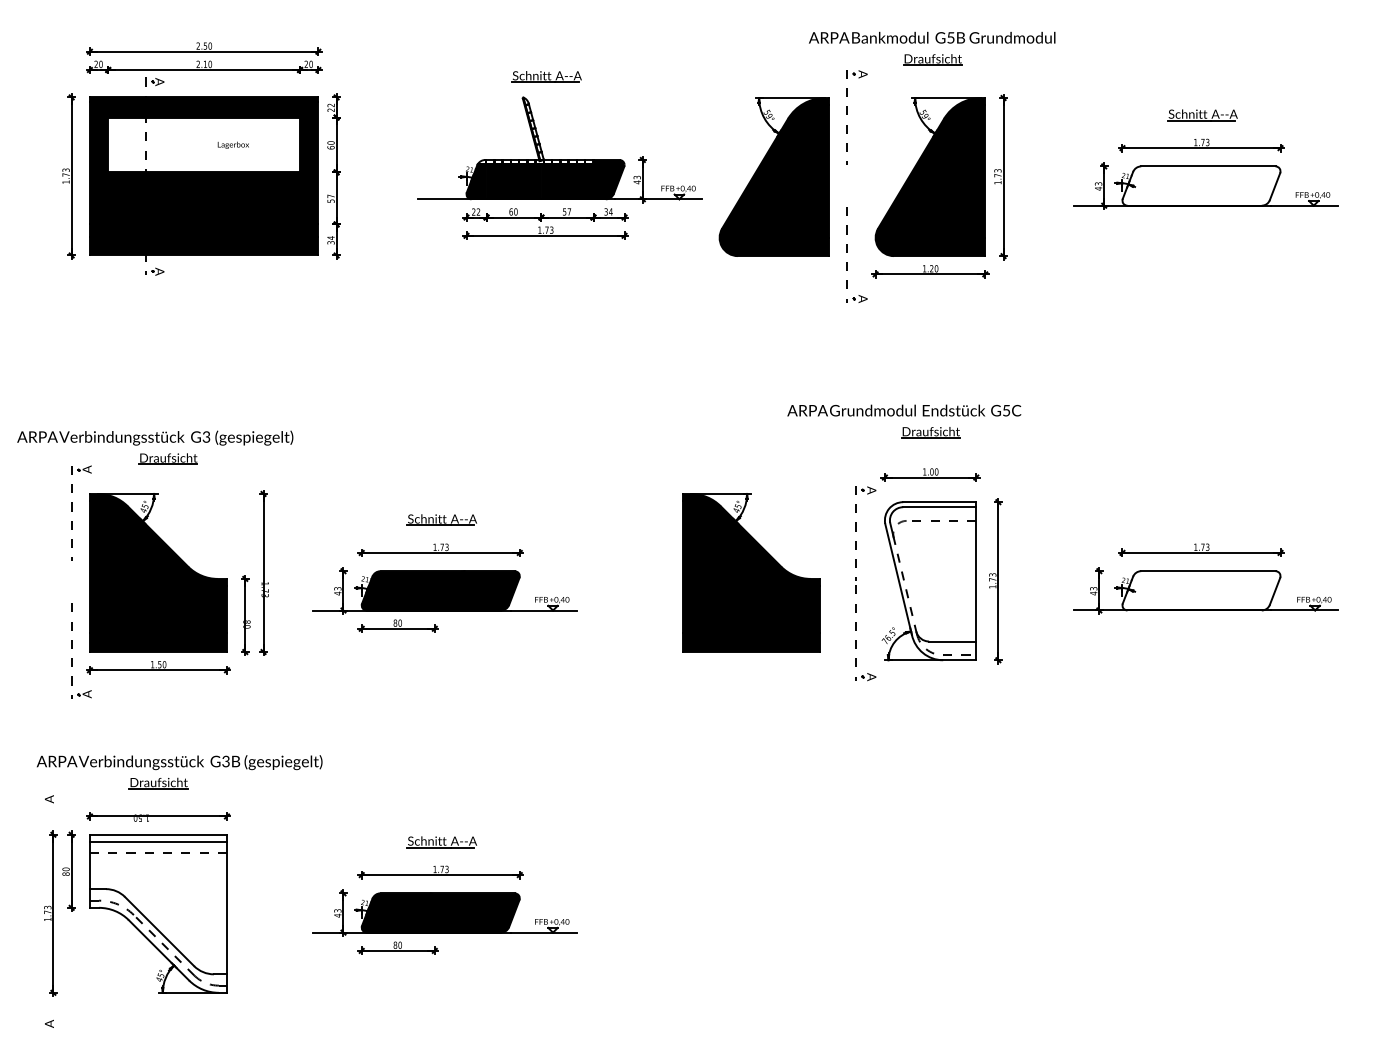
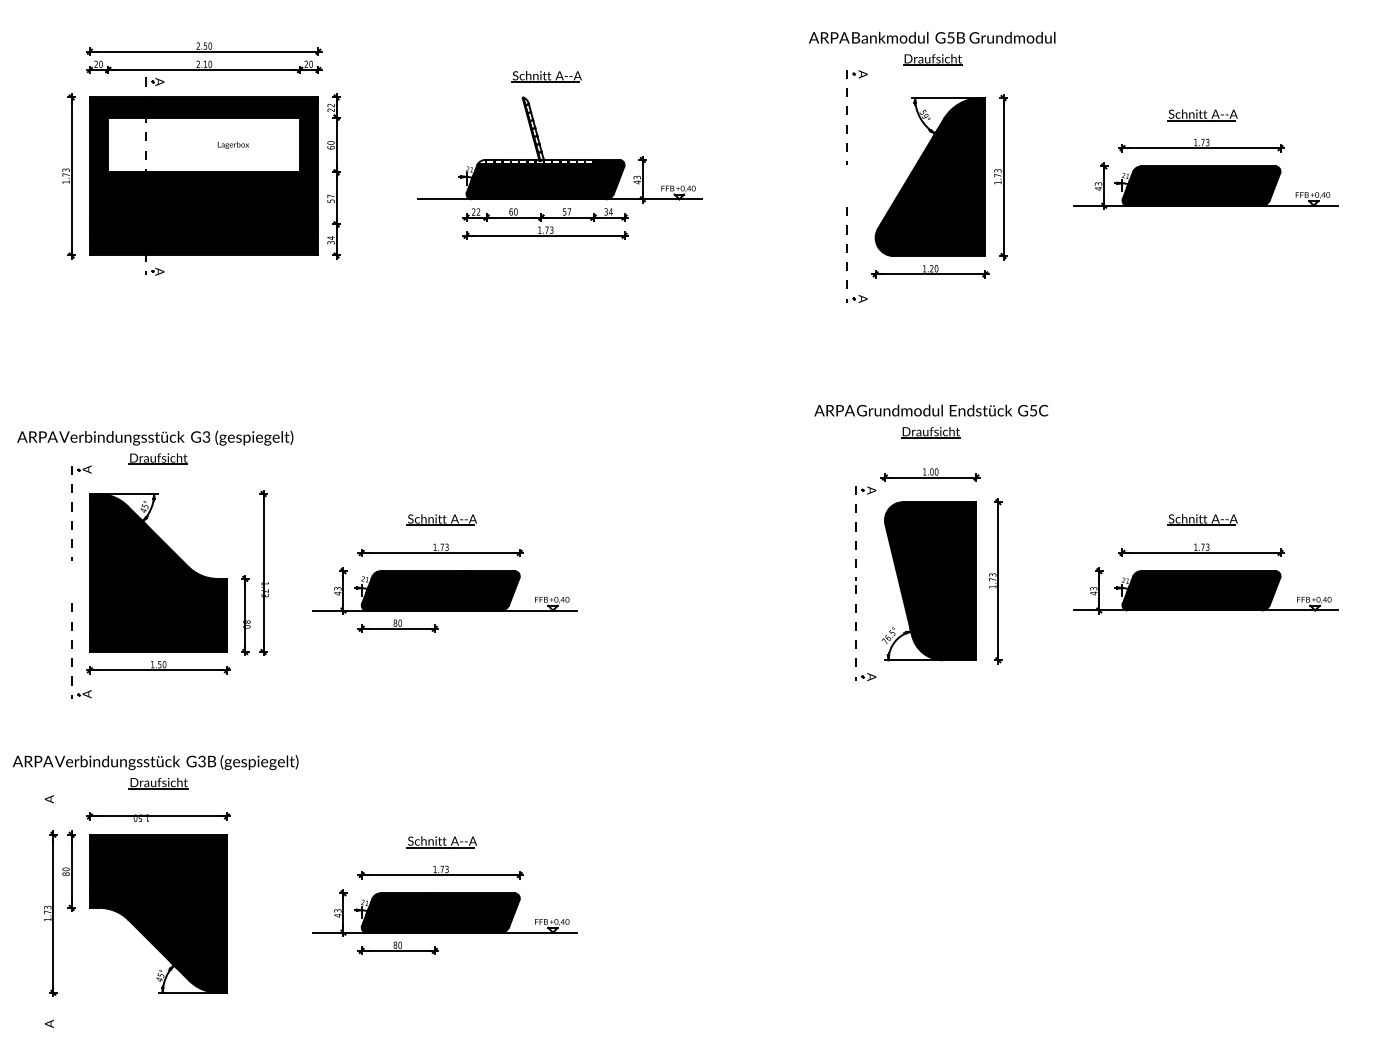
part at (773, 176): present -> none
fill at (1201, 185): none -> present
text at (904, 410) position: (904, 410) -> (931, 410)
part at (167, 458) position: (167, 458) -> (157, 458)
part at (1202, 519): none -> present
part at (751, 572): present -> none
fill at (930, 581): none -> present
fill at (1201, 590): none -> present
text at (179, 762) position: (179, 762) -> (155, 762)
fill at (157, 913): none -> present
